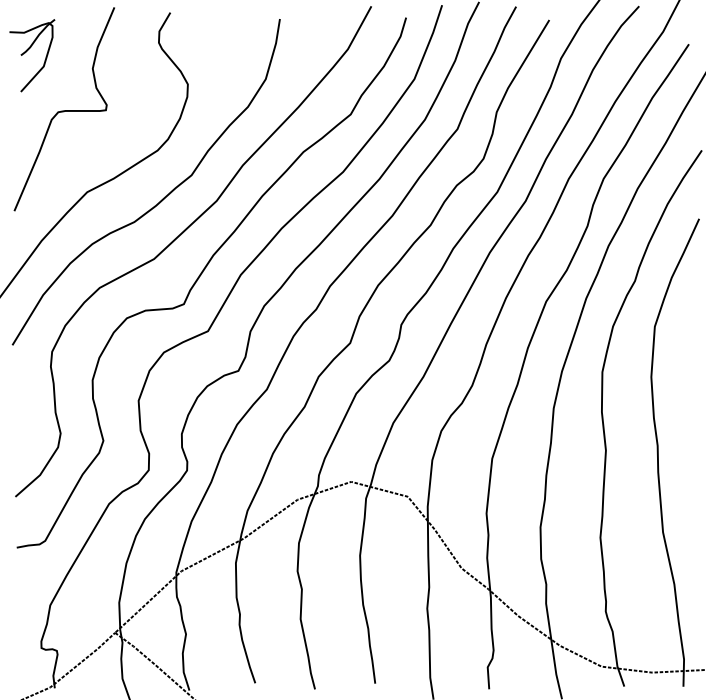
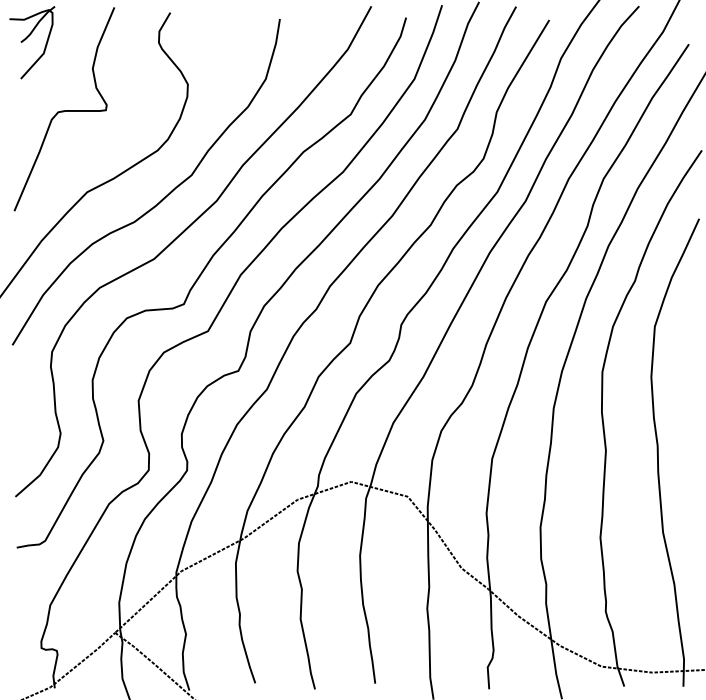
part at (28, 50) position: (28, 50) -> (28, 37)
